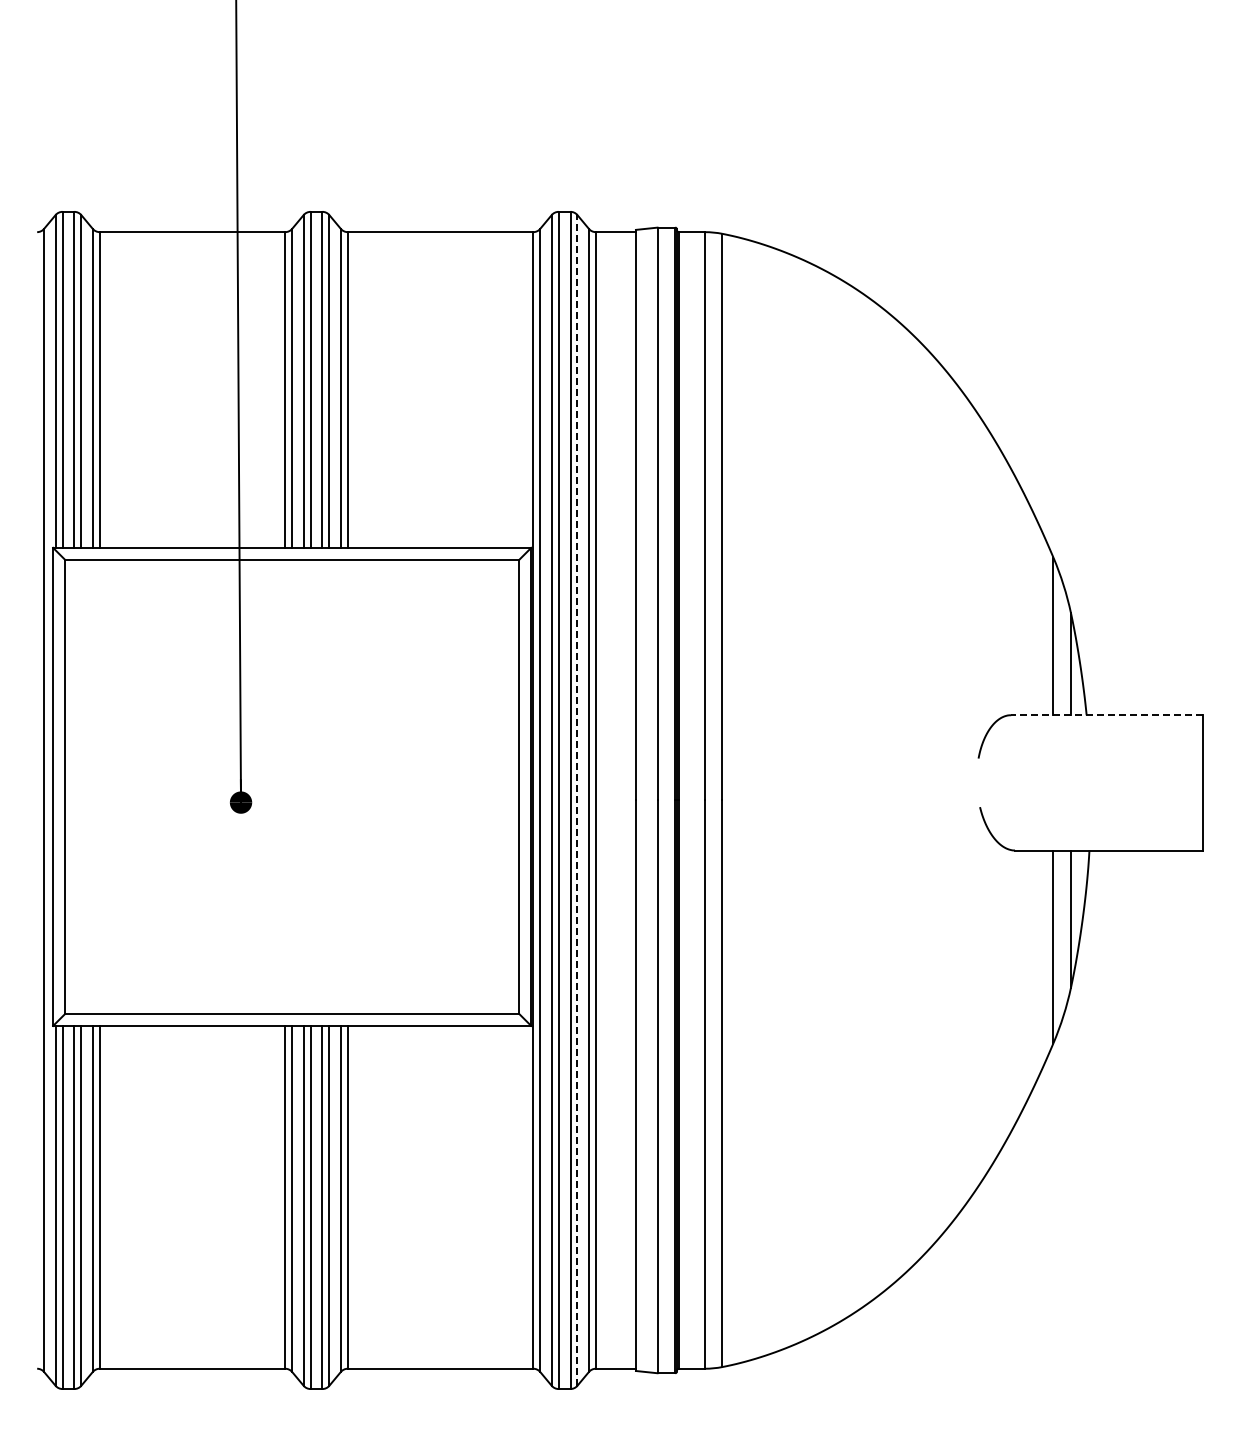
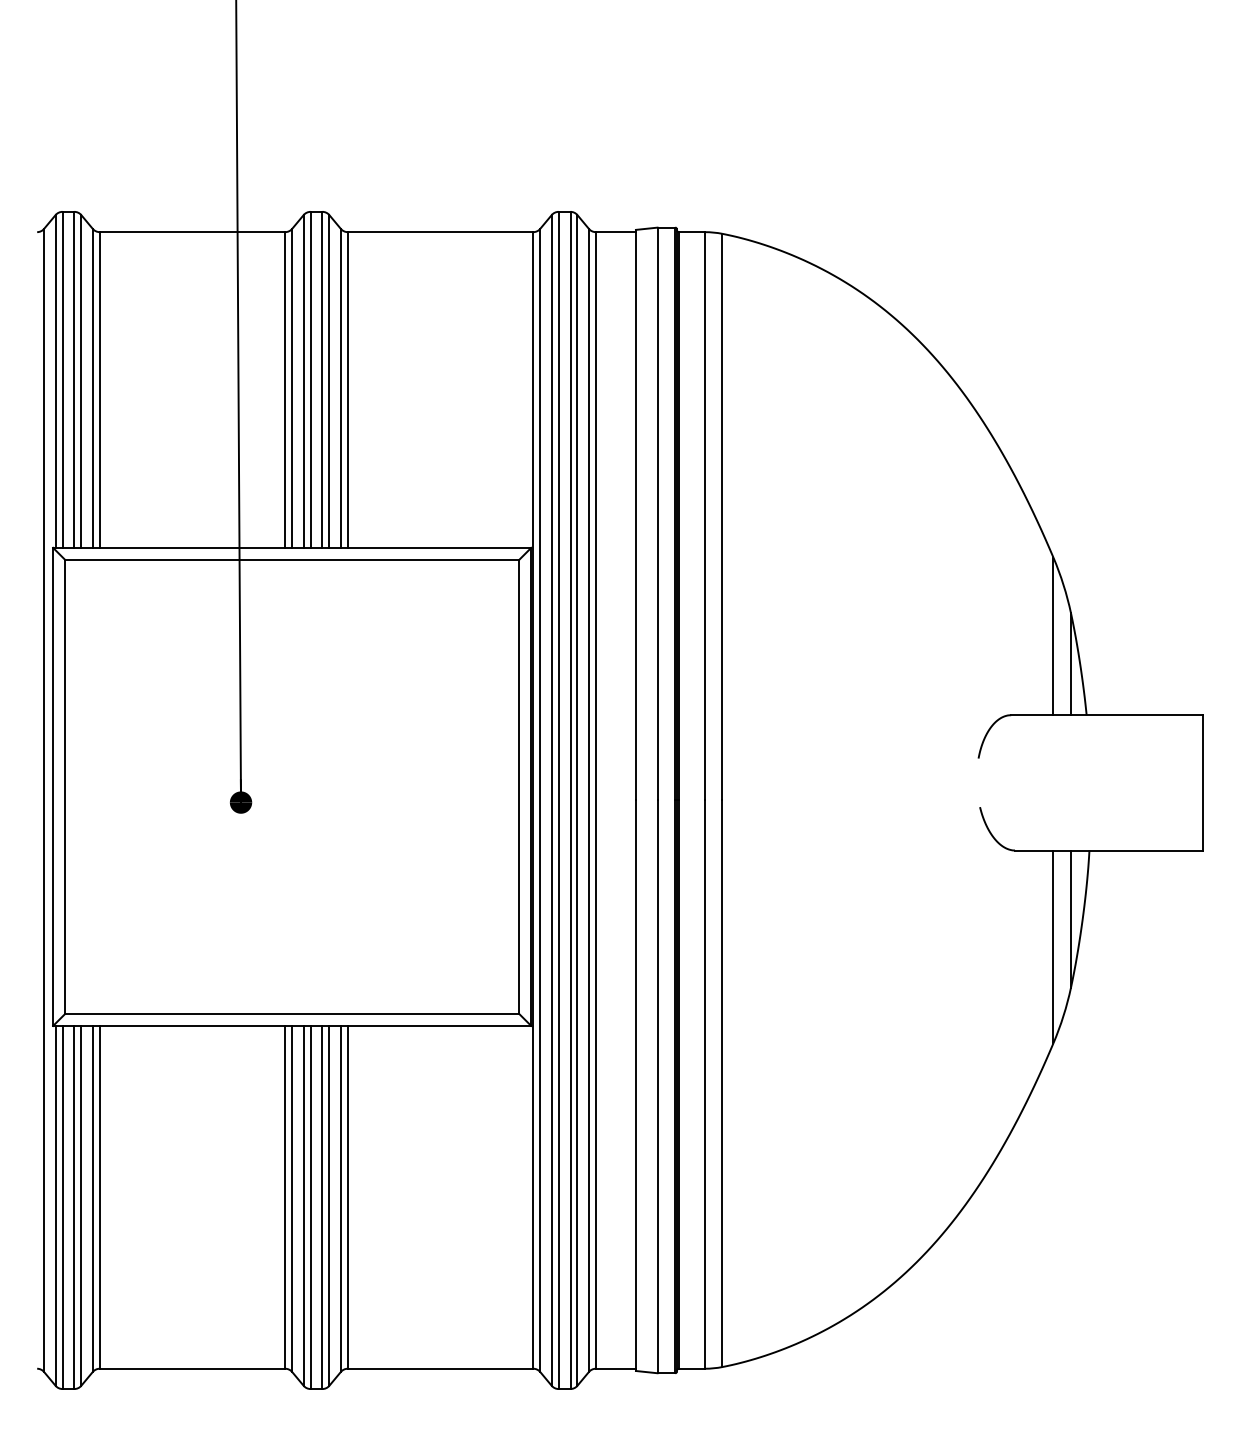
line at (1106, 715): dashed -> solid
line at (577, 799): dashed -> solid
